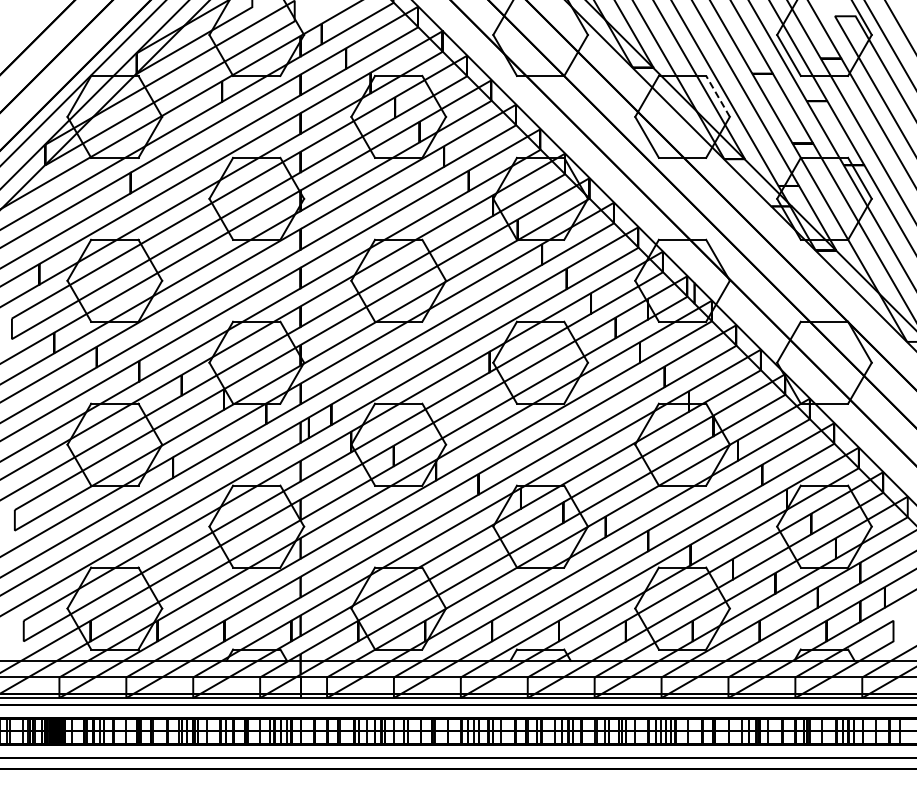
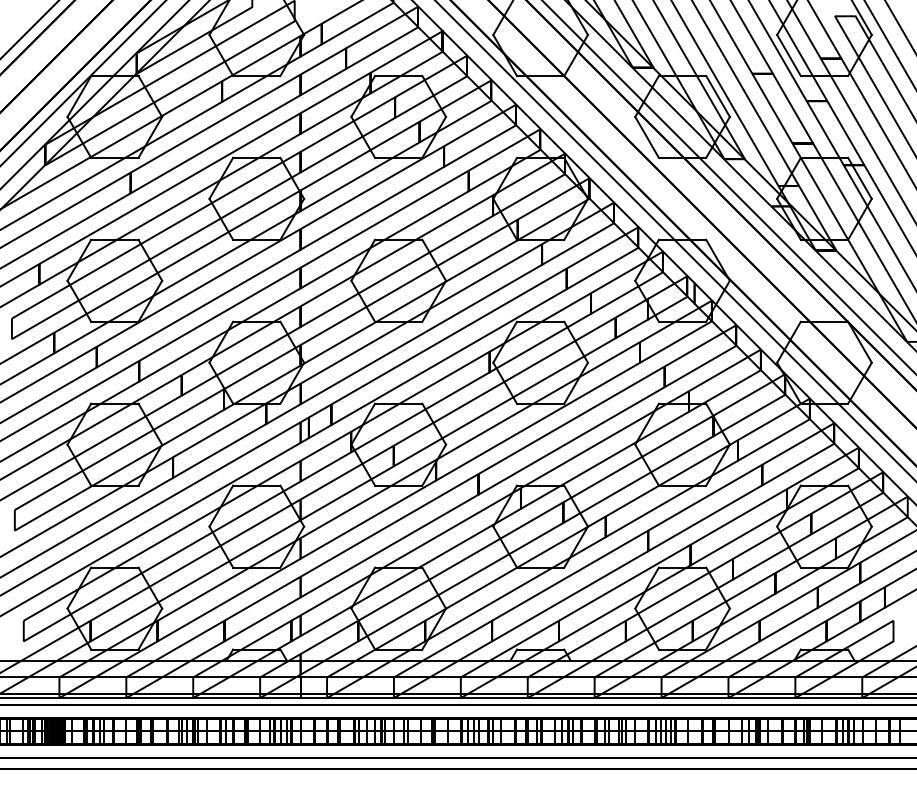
line at (29, 29): none -> present
line at (718, 96): dashed -> solid
line at (728, 186): none -> present
line at (674, 240): none -> present
